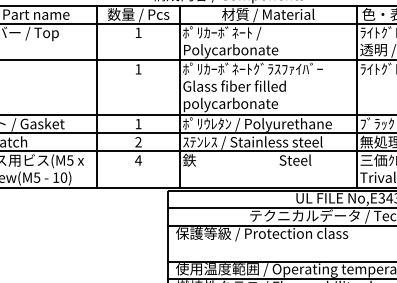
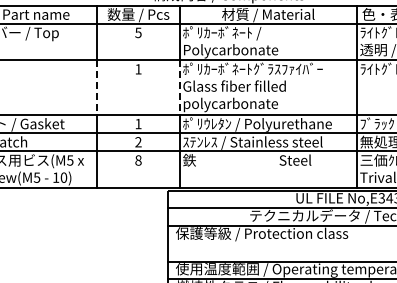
text at (138, 32): 1 -> 5
line at (97, 88): solid -> dashed
line at (179, 88): solid -> dashed
text at (138, 160): 4 -> 8
